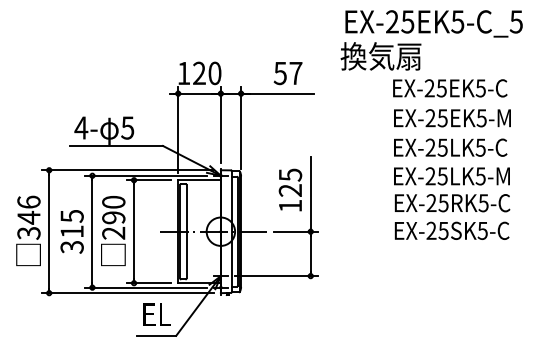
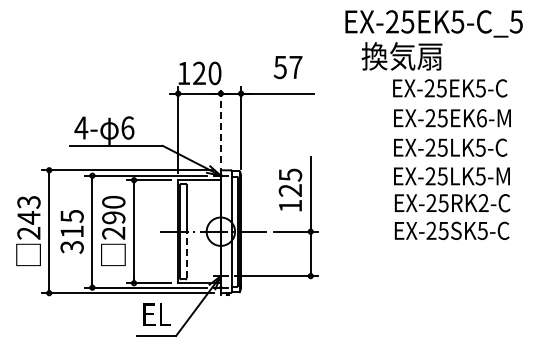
text at (380, 56) position: (380, 56) -> (401, 56)
text at (287, 73) position: (287, 73) -> (287, 67)
text at (481, 118): EX-25EK5-M -> EX-25EK6-M
line at (220, 124): solid -> dashed
text at (127, 127): 5 -> 6
text at (483, 203): EX-25RK5-C -> EX-25RK2-C
text at (28, 217): 346 -> 243
line at (186, 254): solid -> dashed
